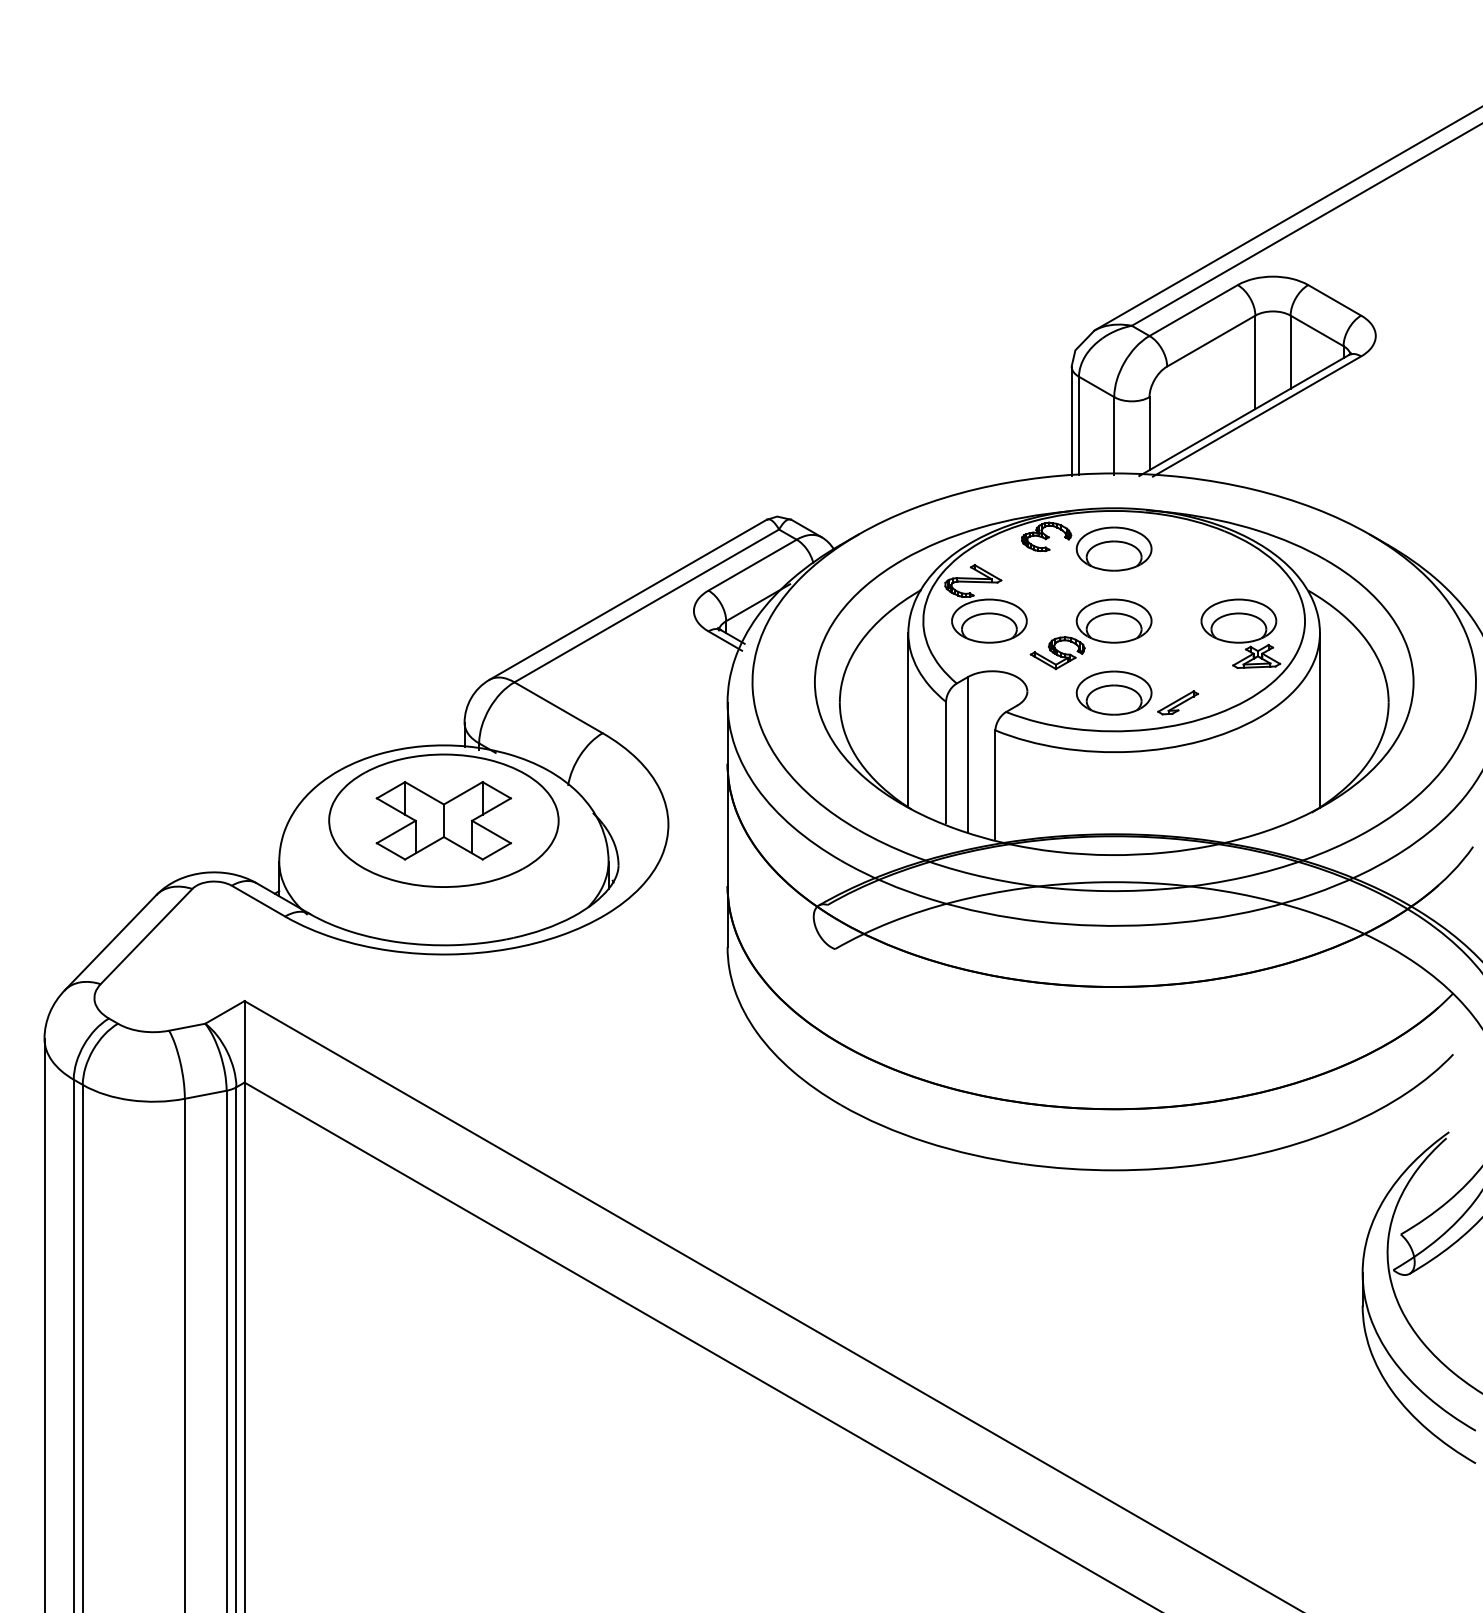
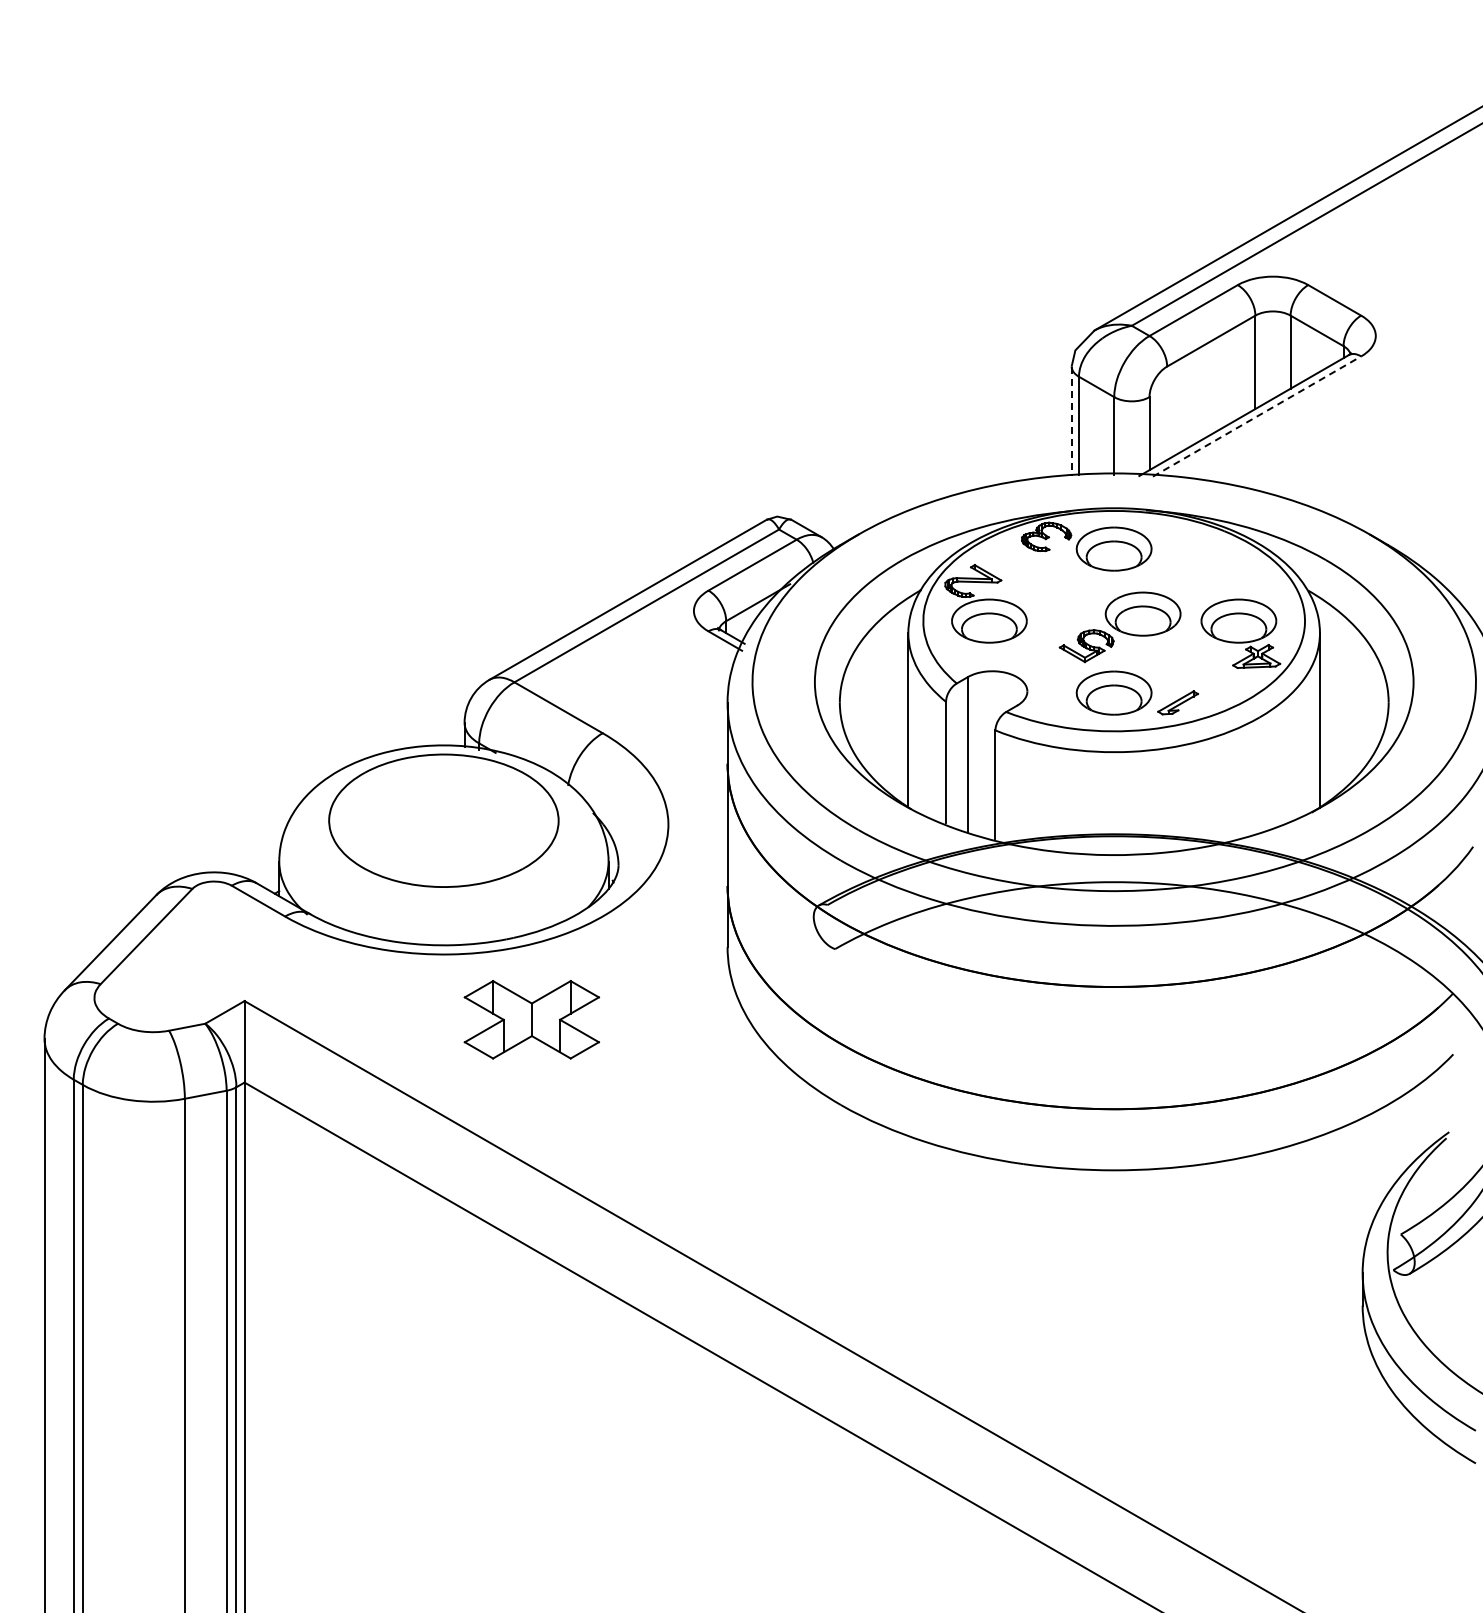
line at (1257, 416): solid -> dashed
line at (1071, 421): solid -> dashed
part at (1090, 634) position: (1090, 634) -> (1119, 627)
part at (443, 820) position: (443, 820) -> (531, 1019)
